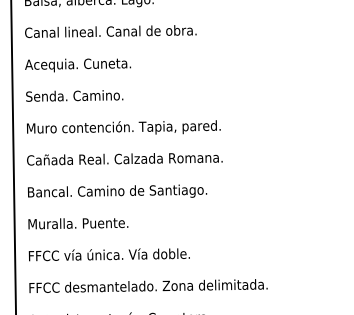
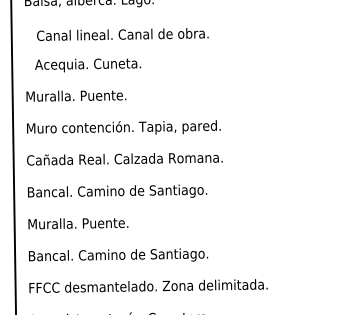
text at (110, 31) position: (110, 31) -> (122, 34)
text at (77, 65) position: (77, 65) -> (87, 65)
text at (76, 95): Senda. Camino. -> Muralla. Puente.
text at (119, 254): FFCC vía única. Vía doble. -> Bancal. Camino de Santiago.
